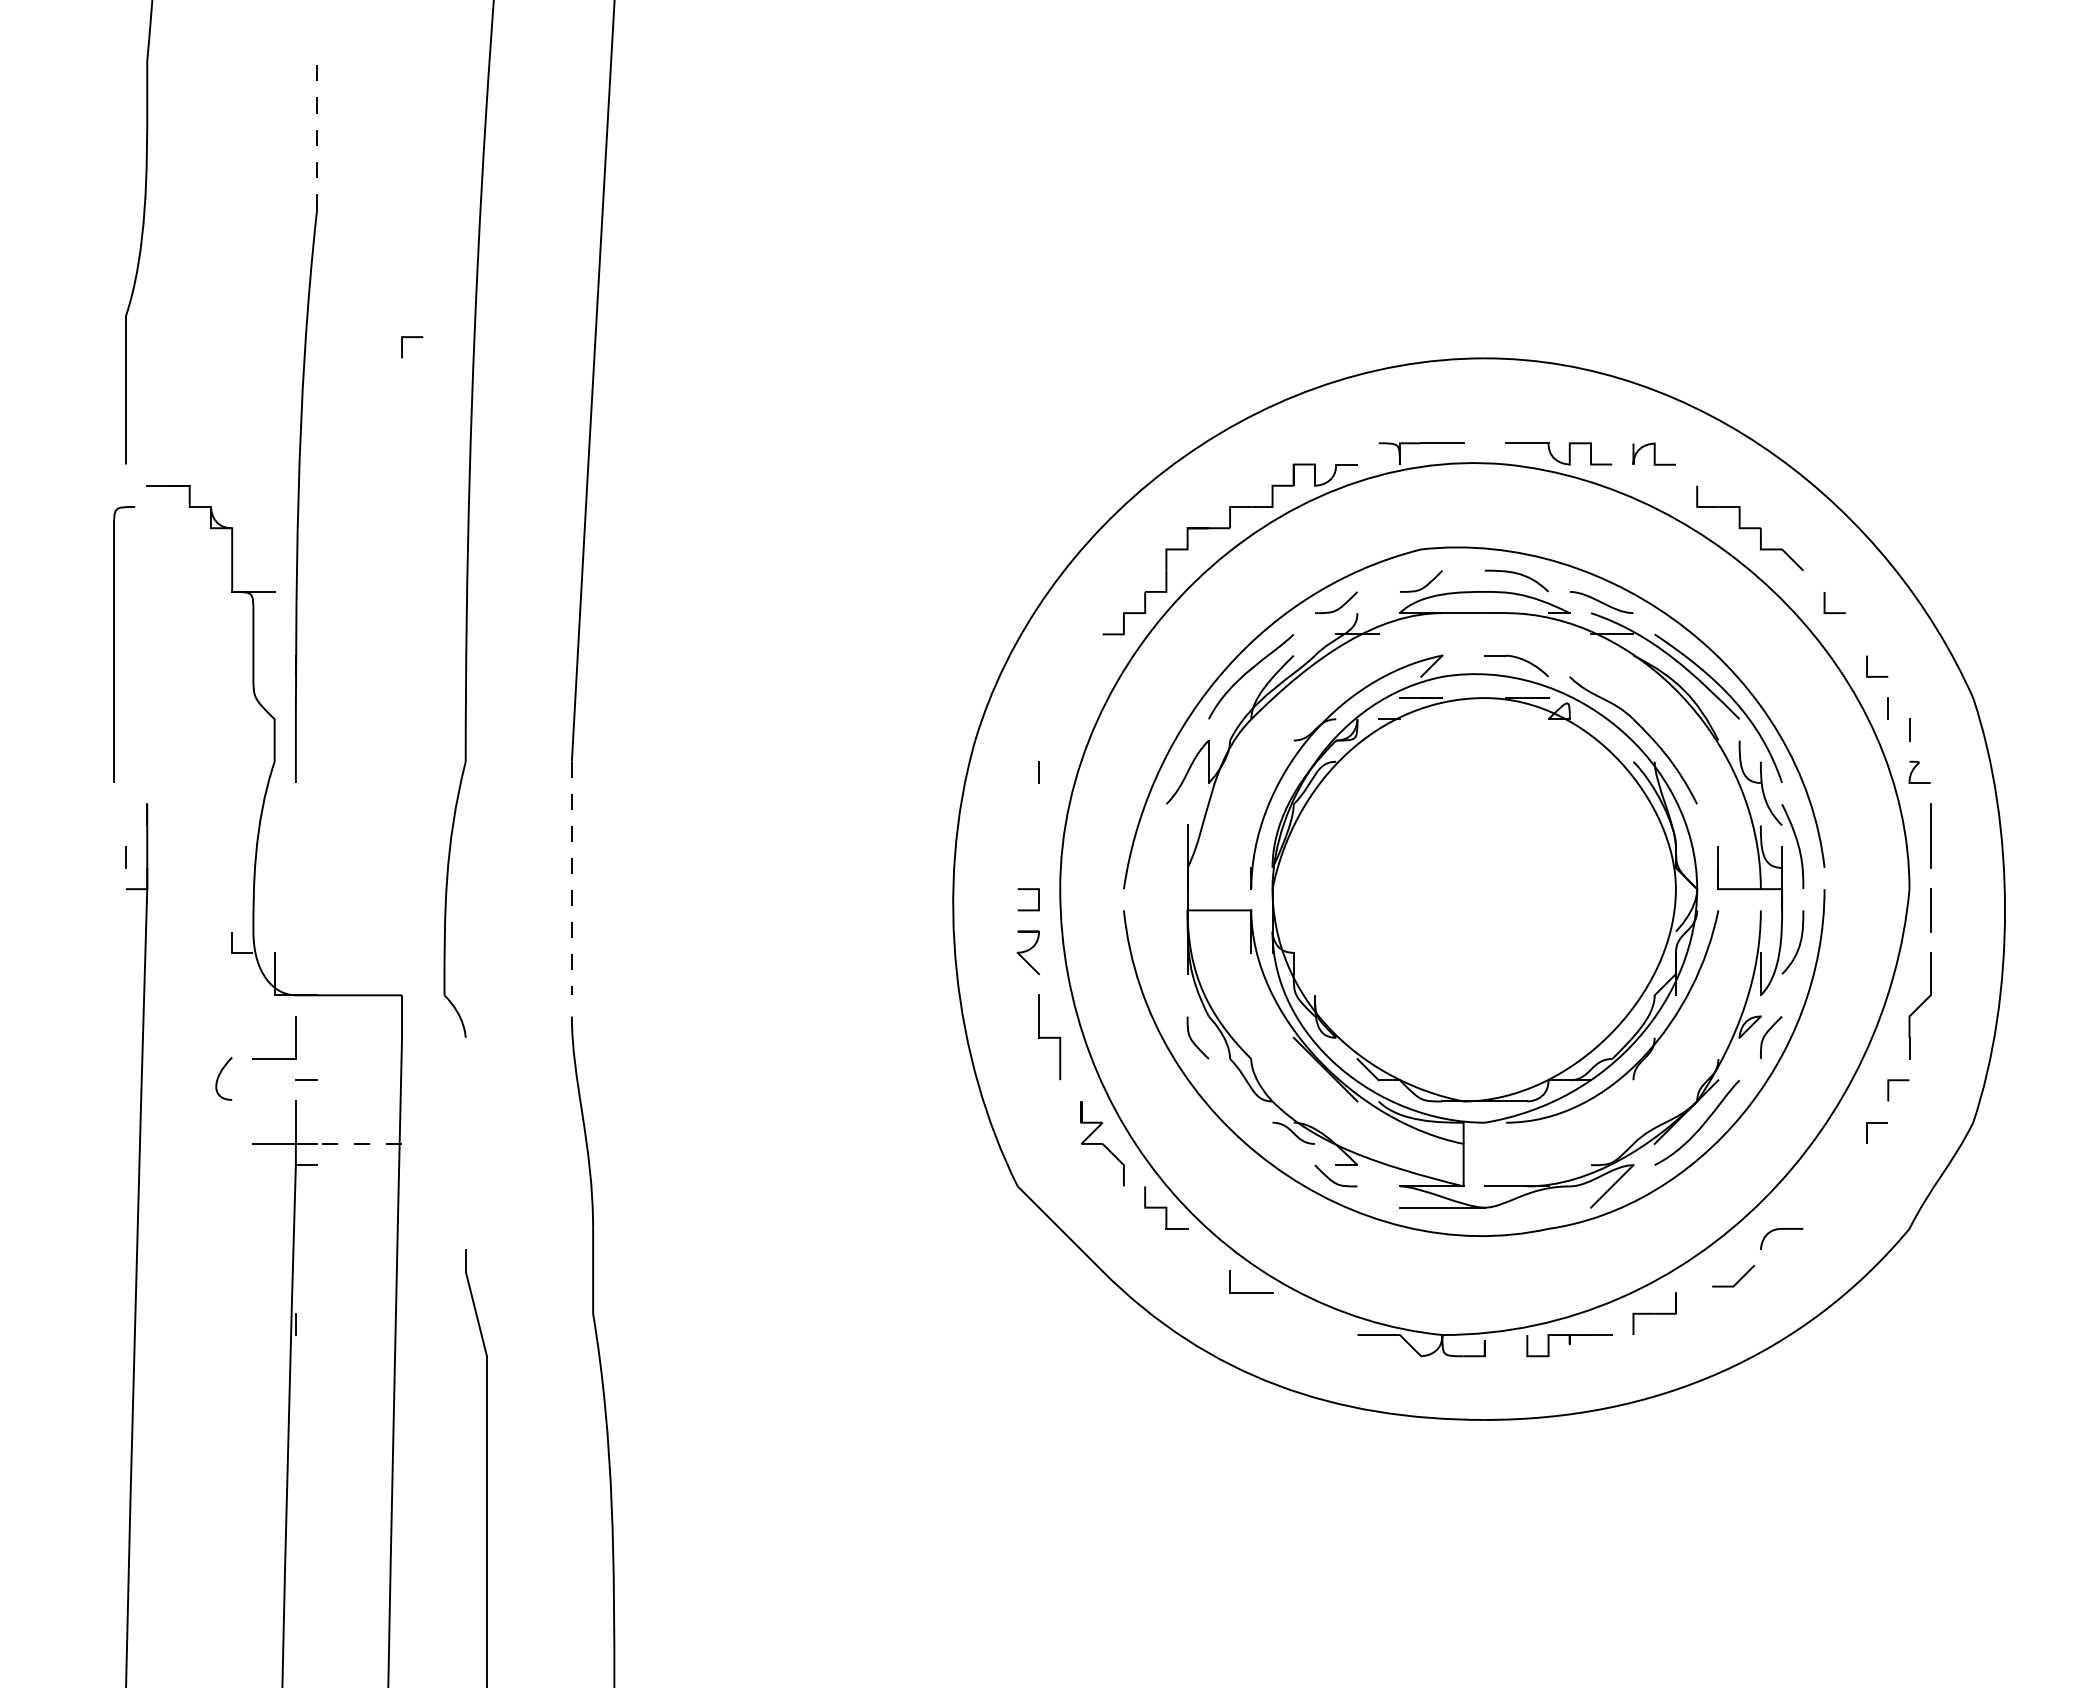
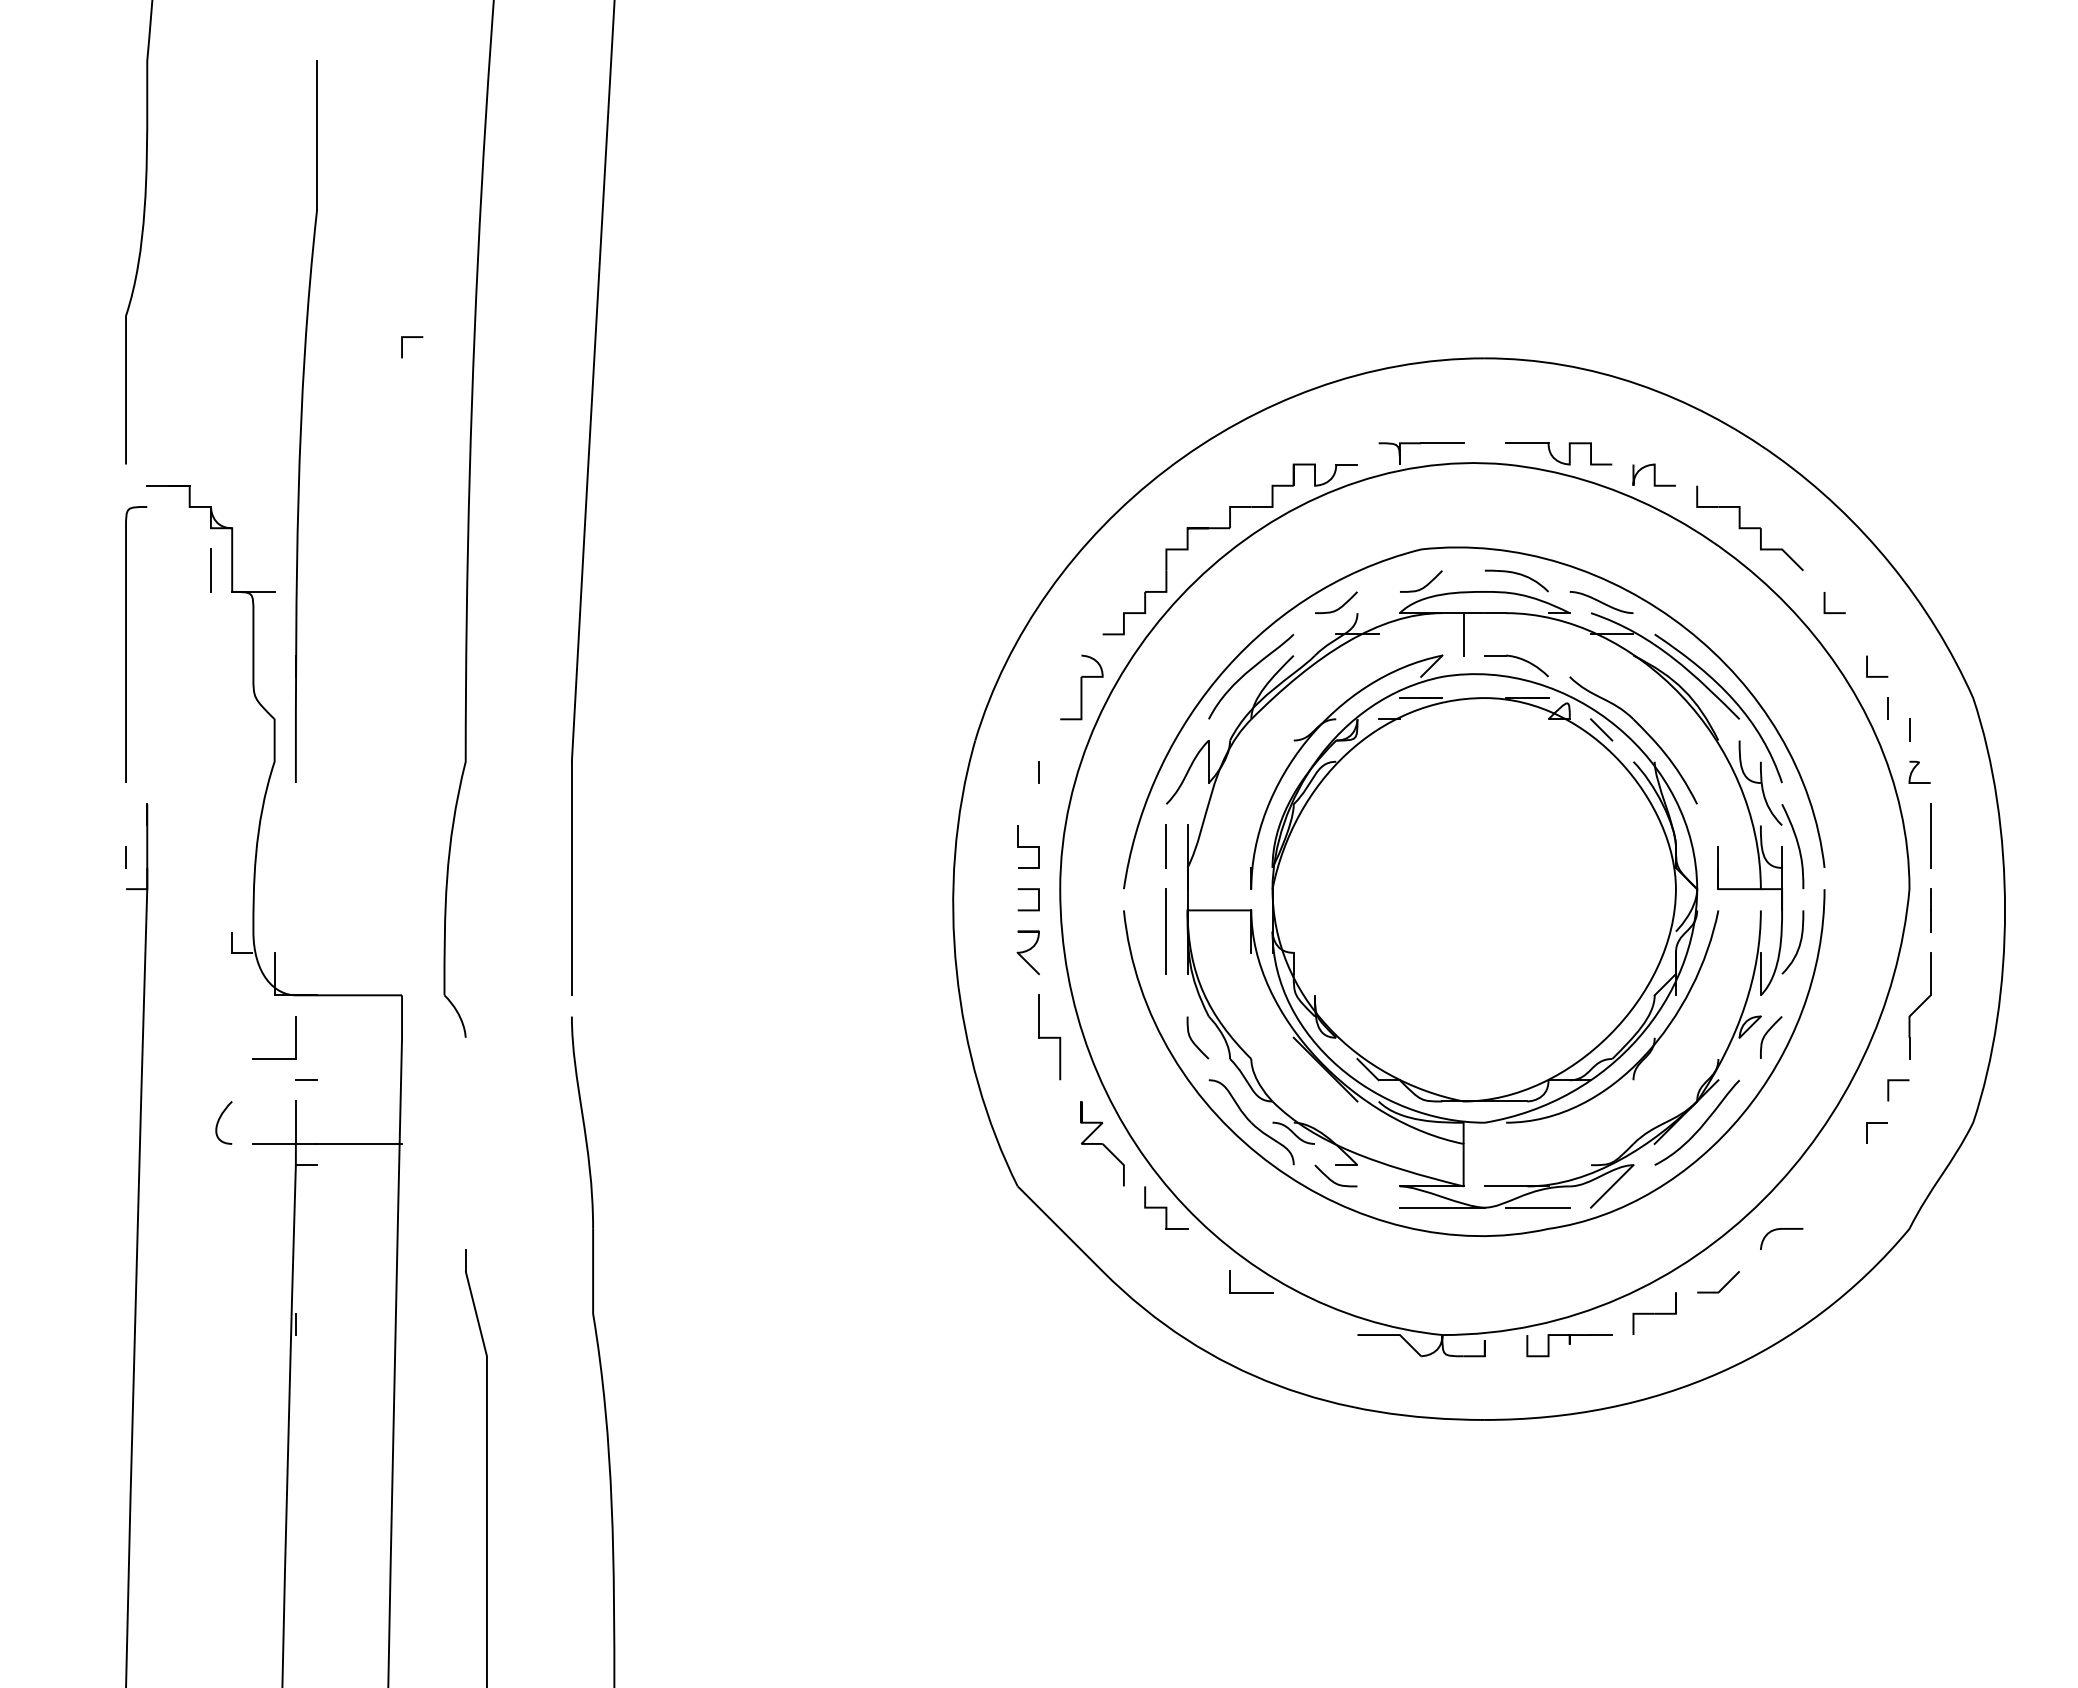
line at (317, 134): dashed -> solid
curve at (1653, 453) position: (1653, 453) -> (1653, 474)
line at (210, 570): none -> present
line at (1463, 634): none -> present
curve at (114, 644) position: (114, 644) -> (126, 644)
part at (1081, 687): none -> present
line at (1601, 729): none -> present
curve at (1028, 846): none -> present
line at (1166, 846): none -> present
line at (571, 878): dashed -> solid
line at (1166, 931): none -> present
curve at (219, 1077) position: (219, 1077) -> (219, 1121)
part at (1251, 1122): none -> present
line at (359, 1143): dashed -> solid
line at (1537, 1207): none -> present
curve at (1738, 1280) position: (1738, 1280) -> (1723, 1286)
